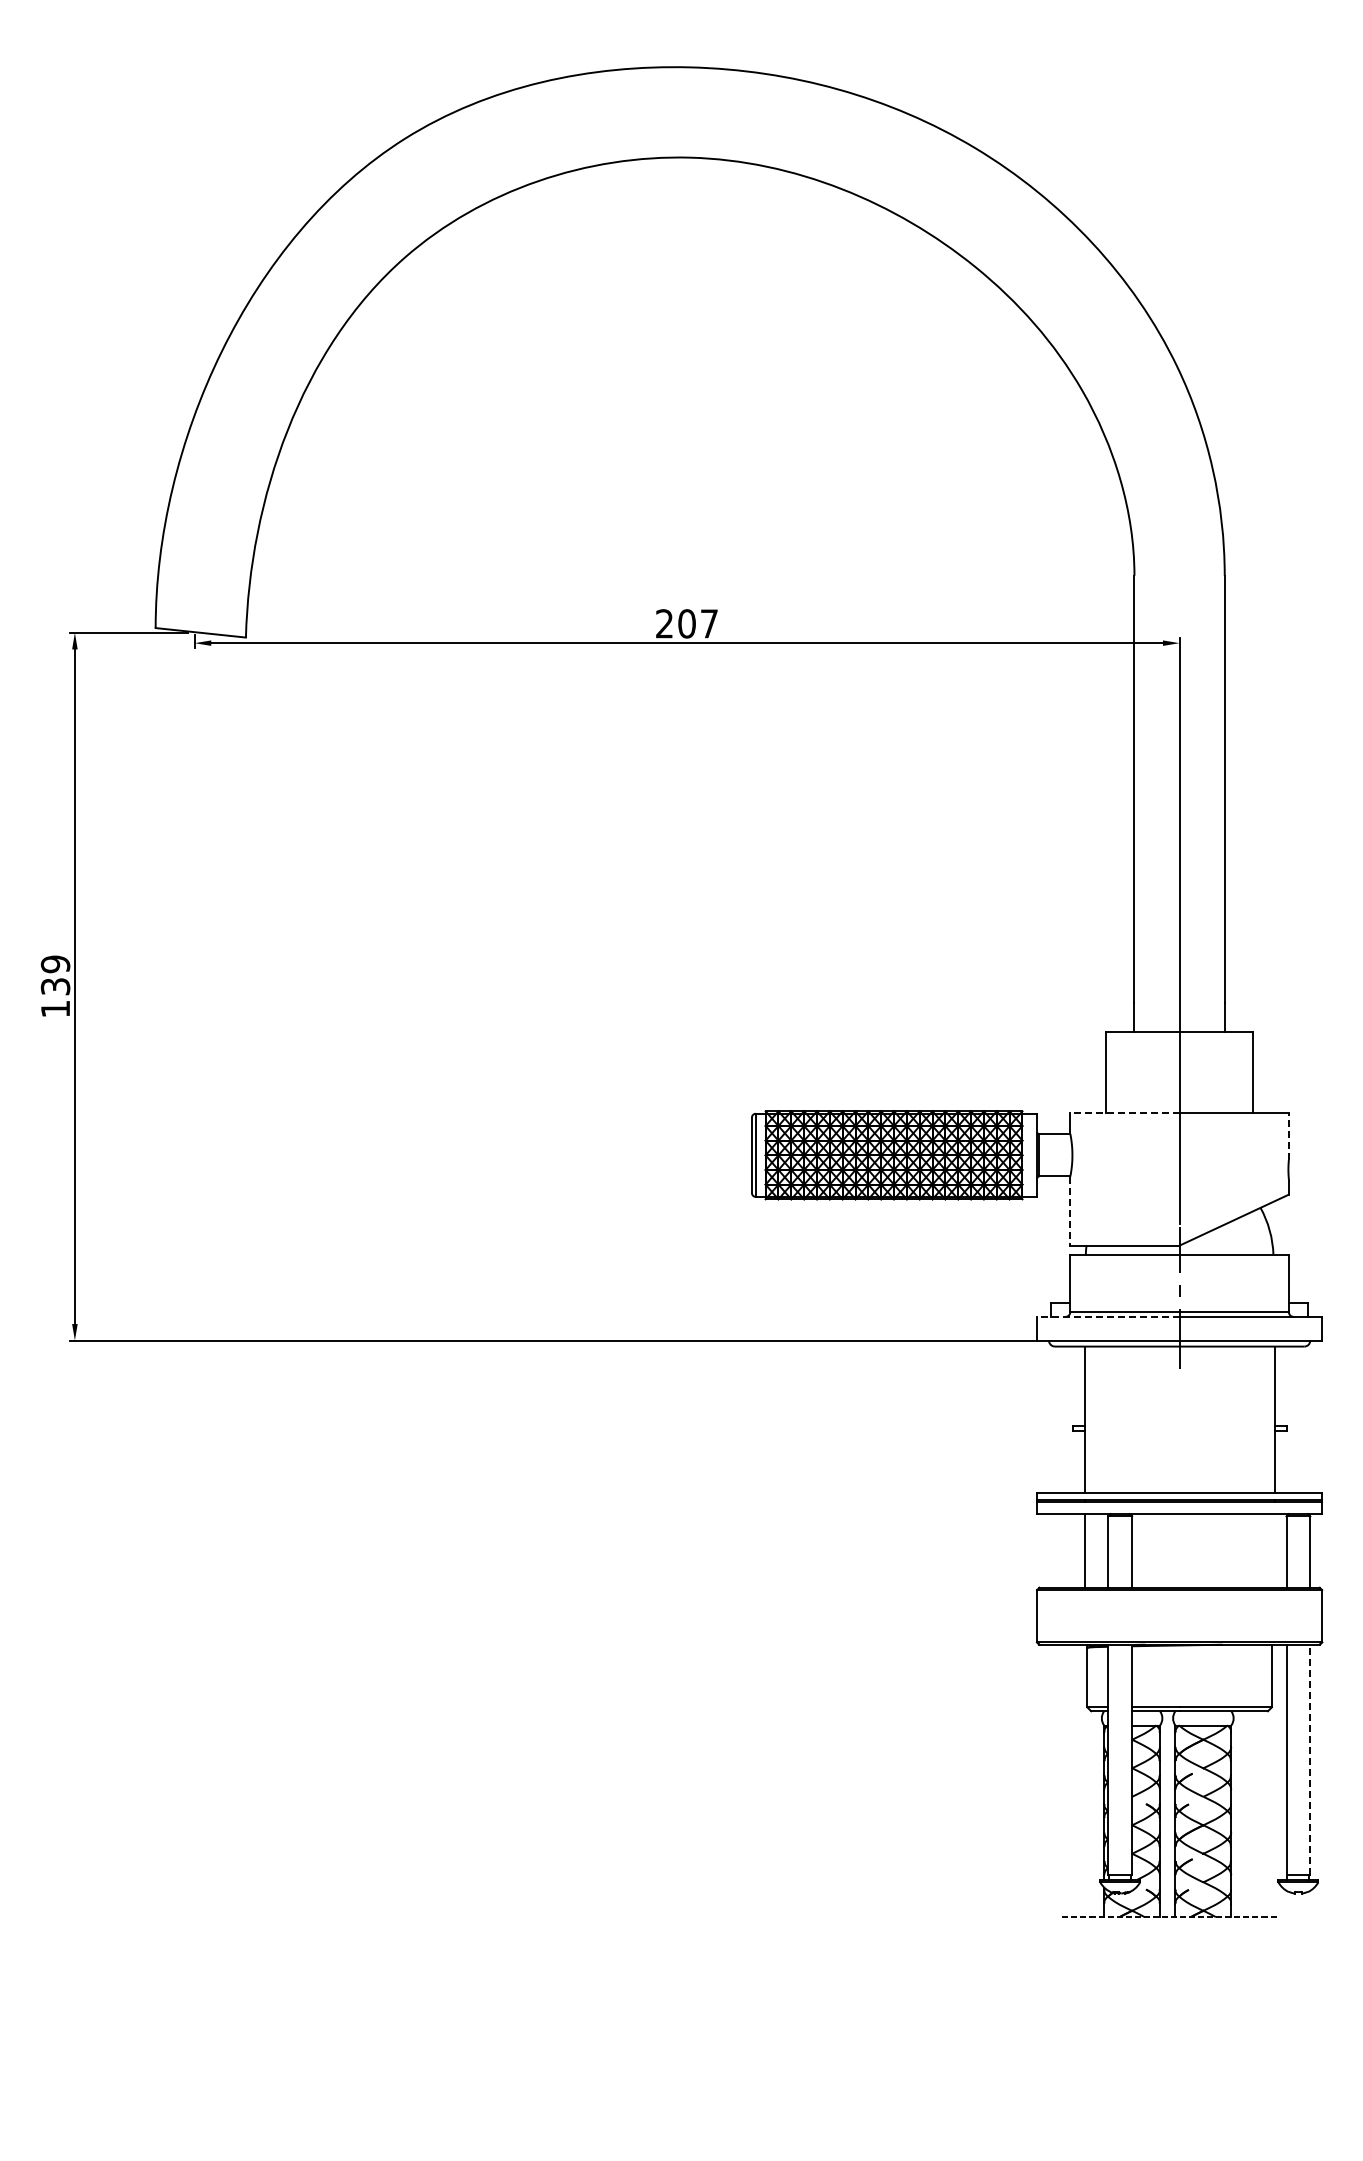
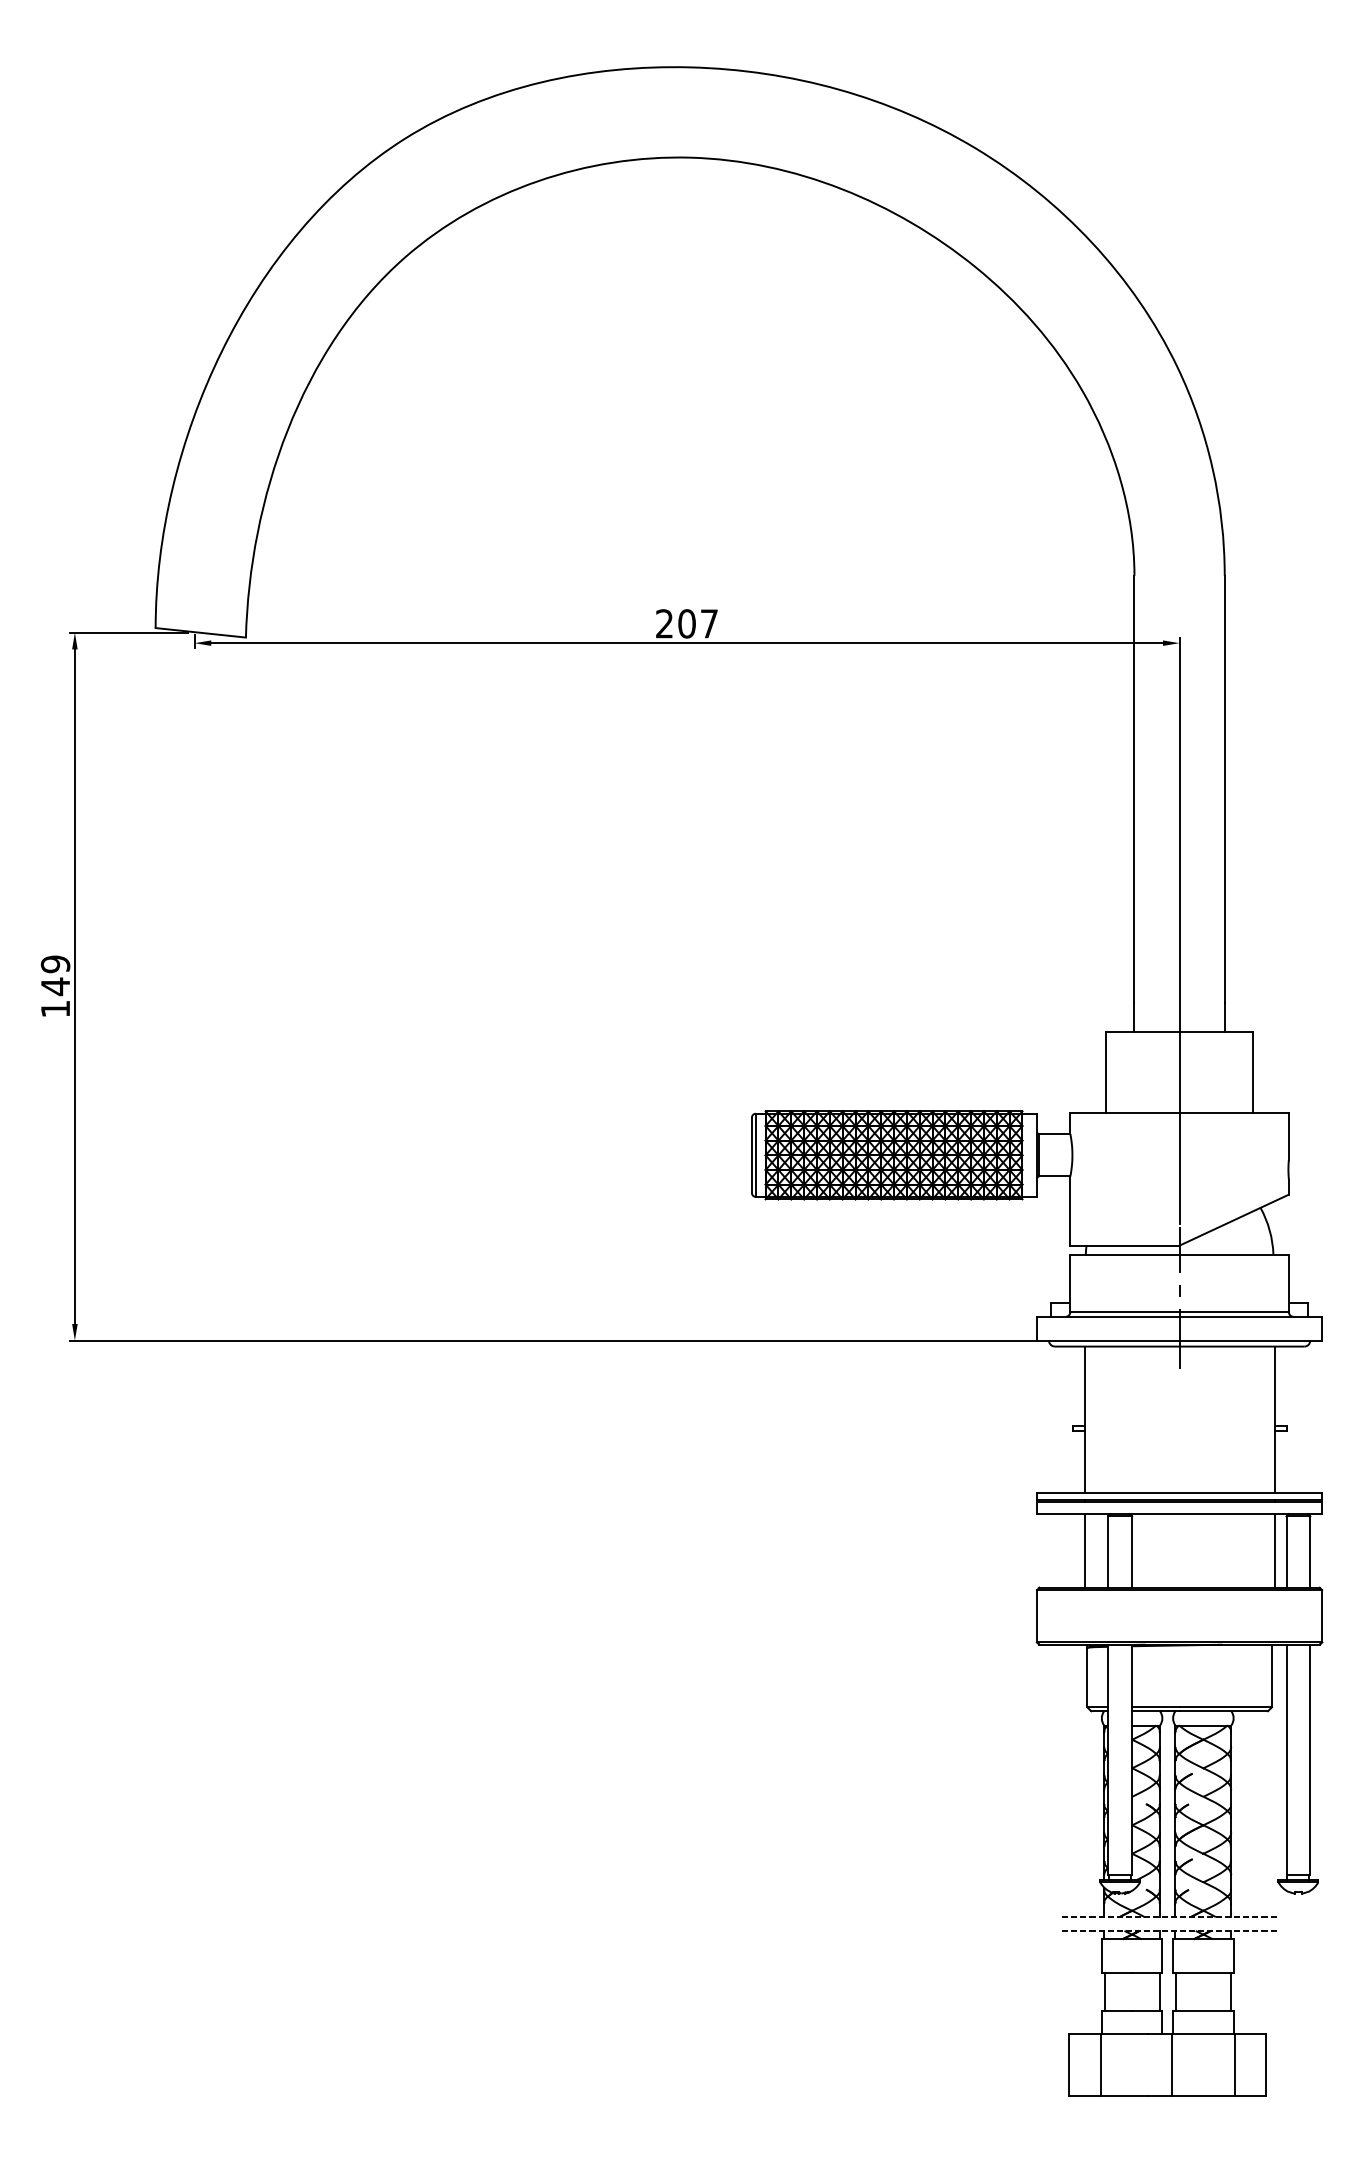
text at (55, 986): 139 -> 149
line at (1124, 1112): dashed -> solid
line at (1288, 1136): dashed -> solid
line at (1070, 1211): dashed -> solid
line at (1107, 1316): dashed -> solid
line at (1274, 1550): none -> present
line at (1310, 1759): dashed -> solid
part at (1169, 2013): none -> present
